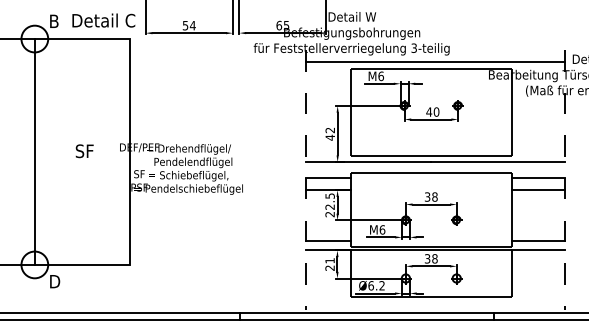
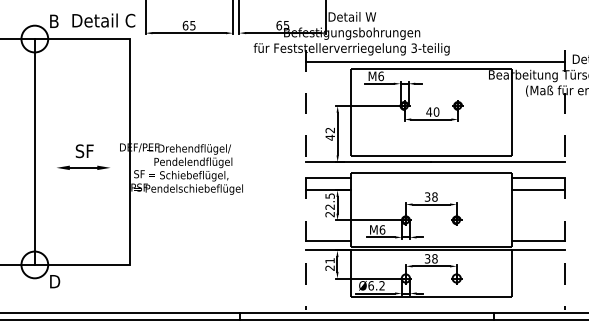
text at (188, 25): 54 -> 65
part at (83, 167): none -> present
